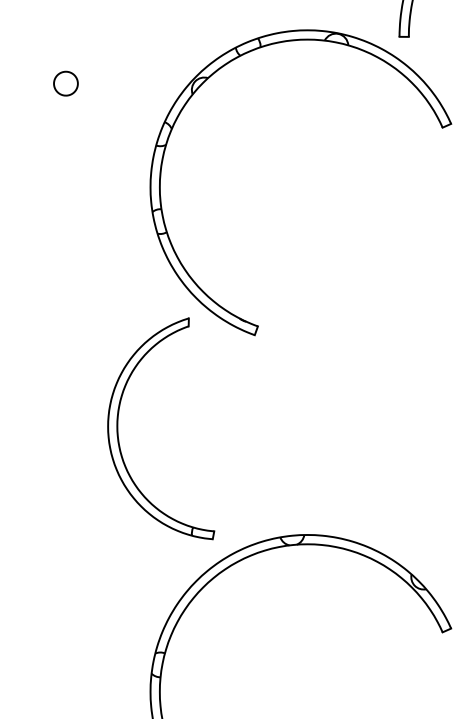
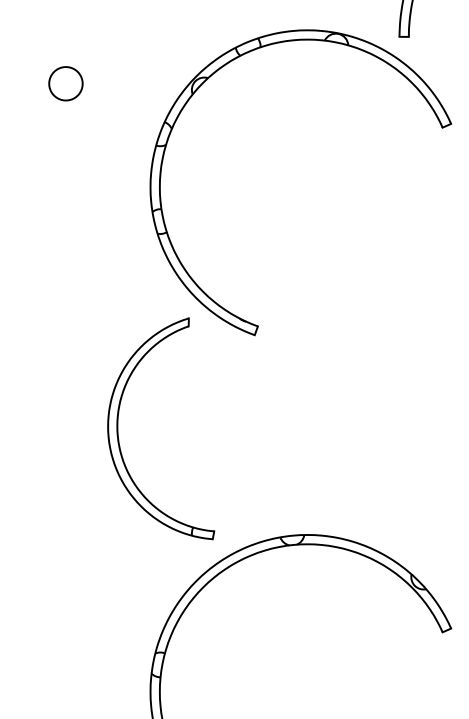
part at (65, 83) size: 26x27 px -> 36x36 px
